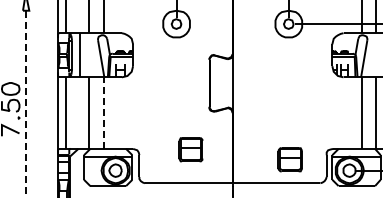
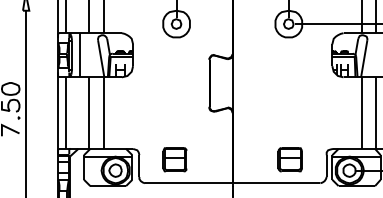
line at (25, 104): dashed -> solid
line at (103, 113): dashed -> solid
part at (190, 149) position: (190, 149) -> (174, 159)
